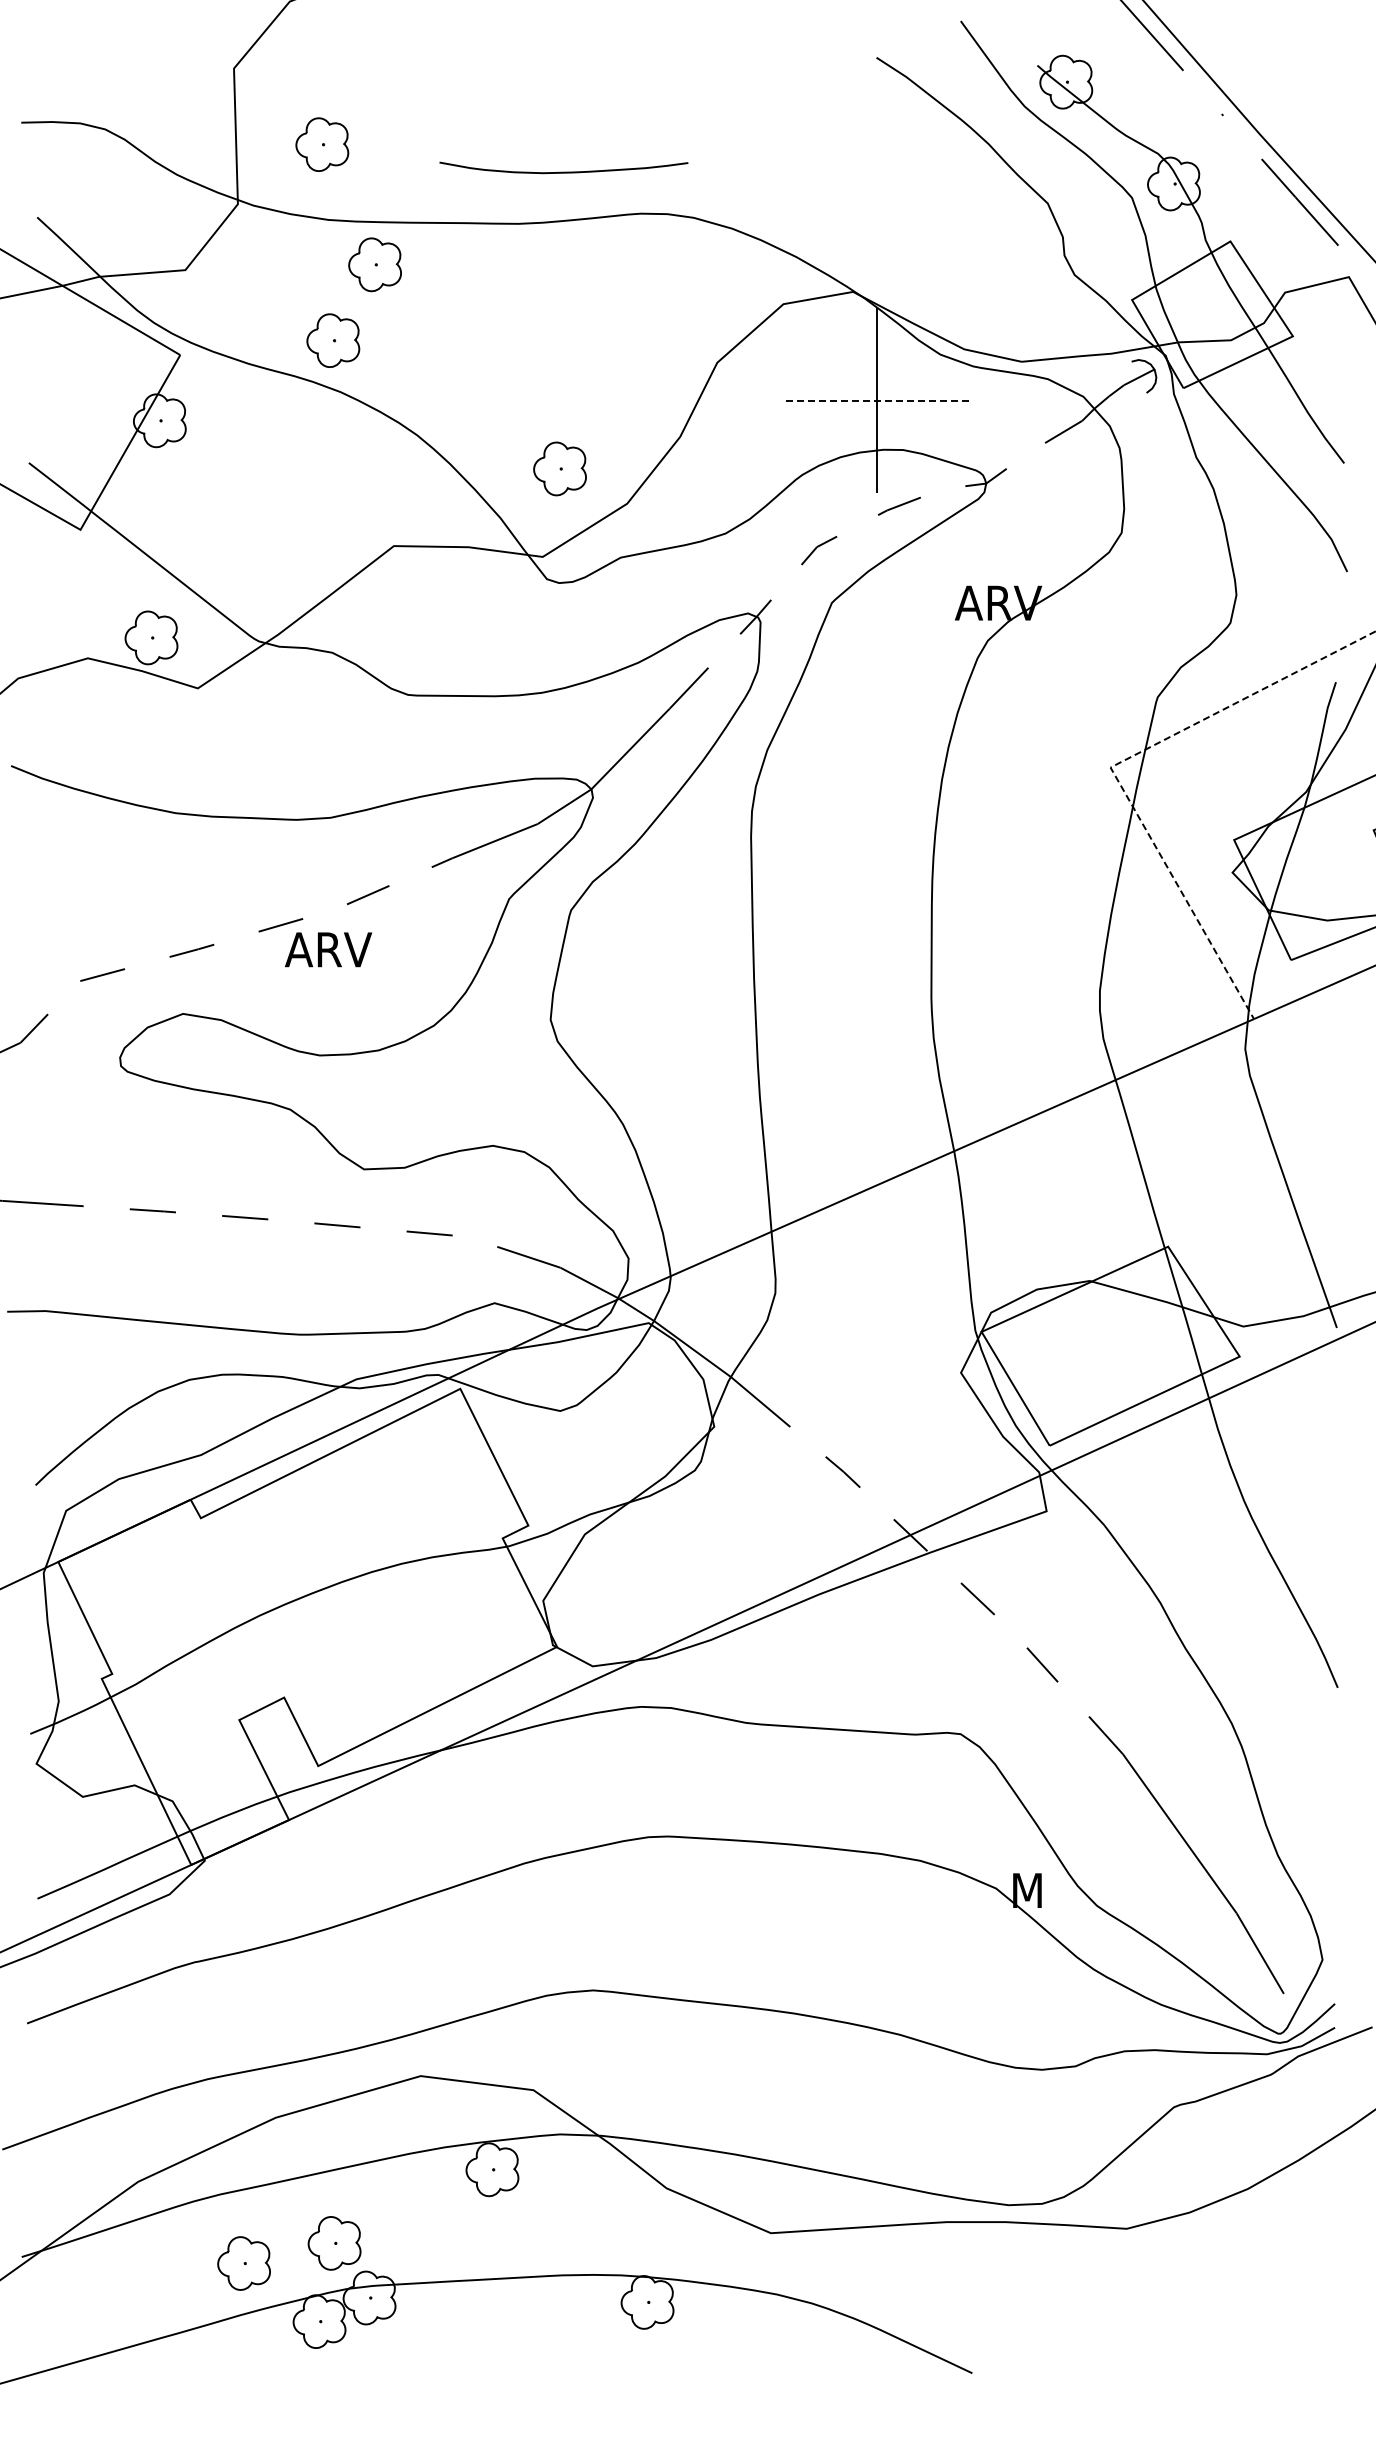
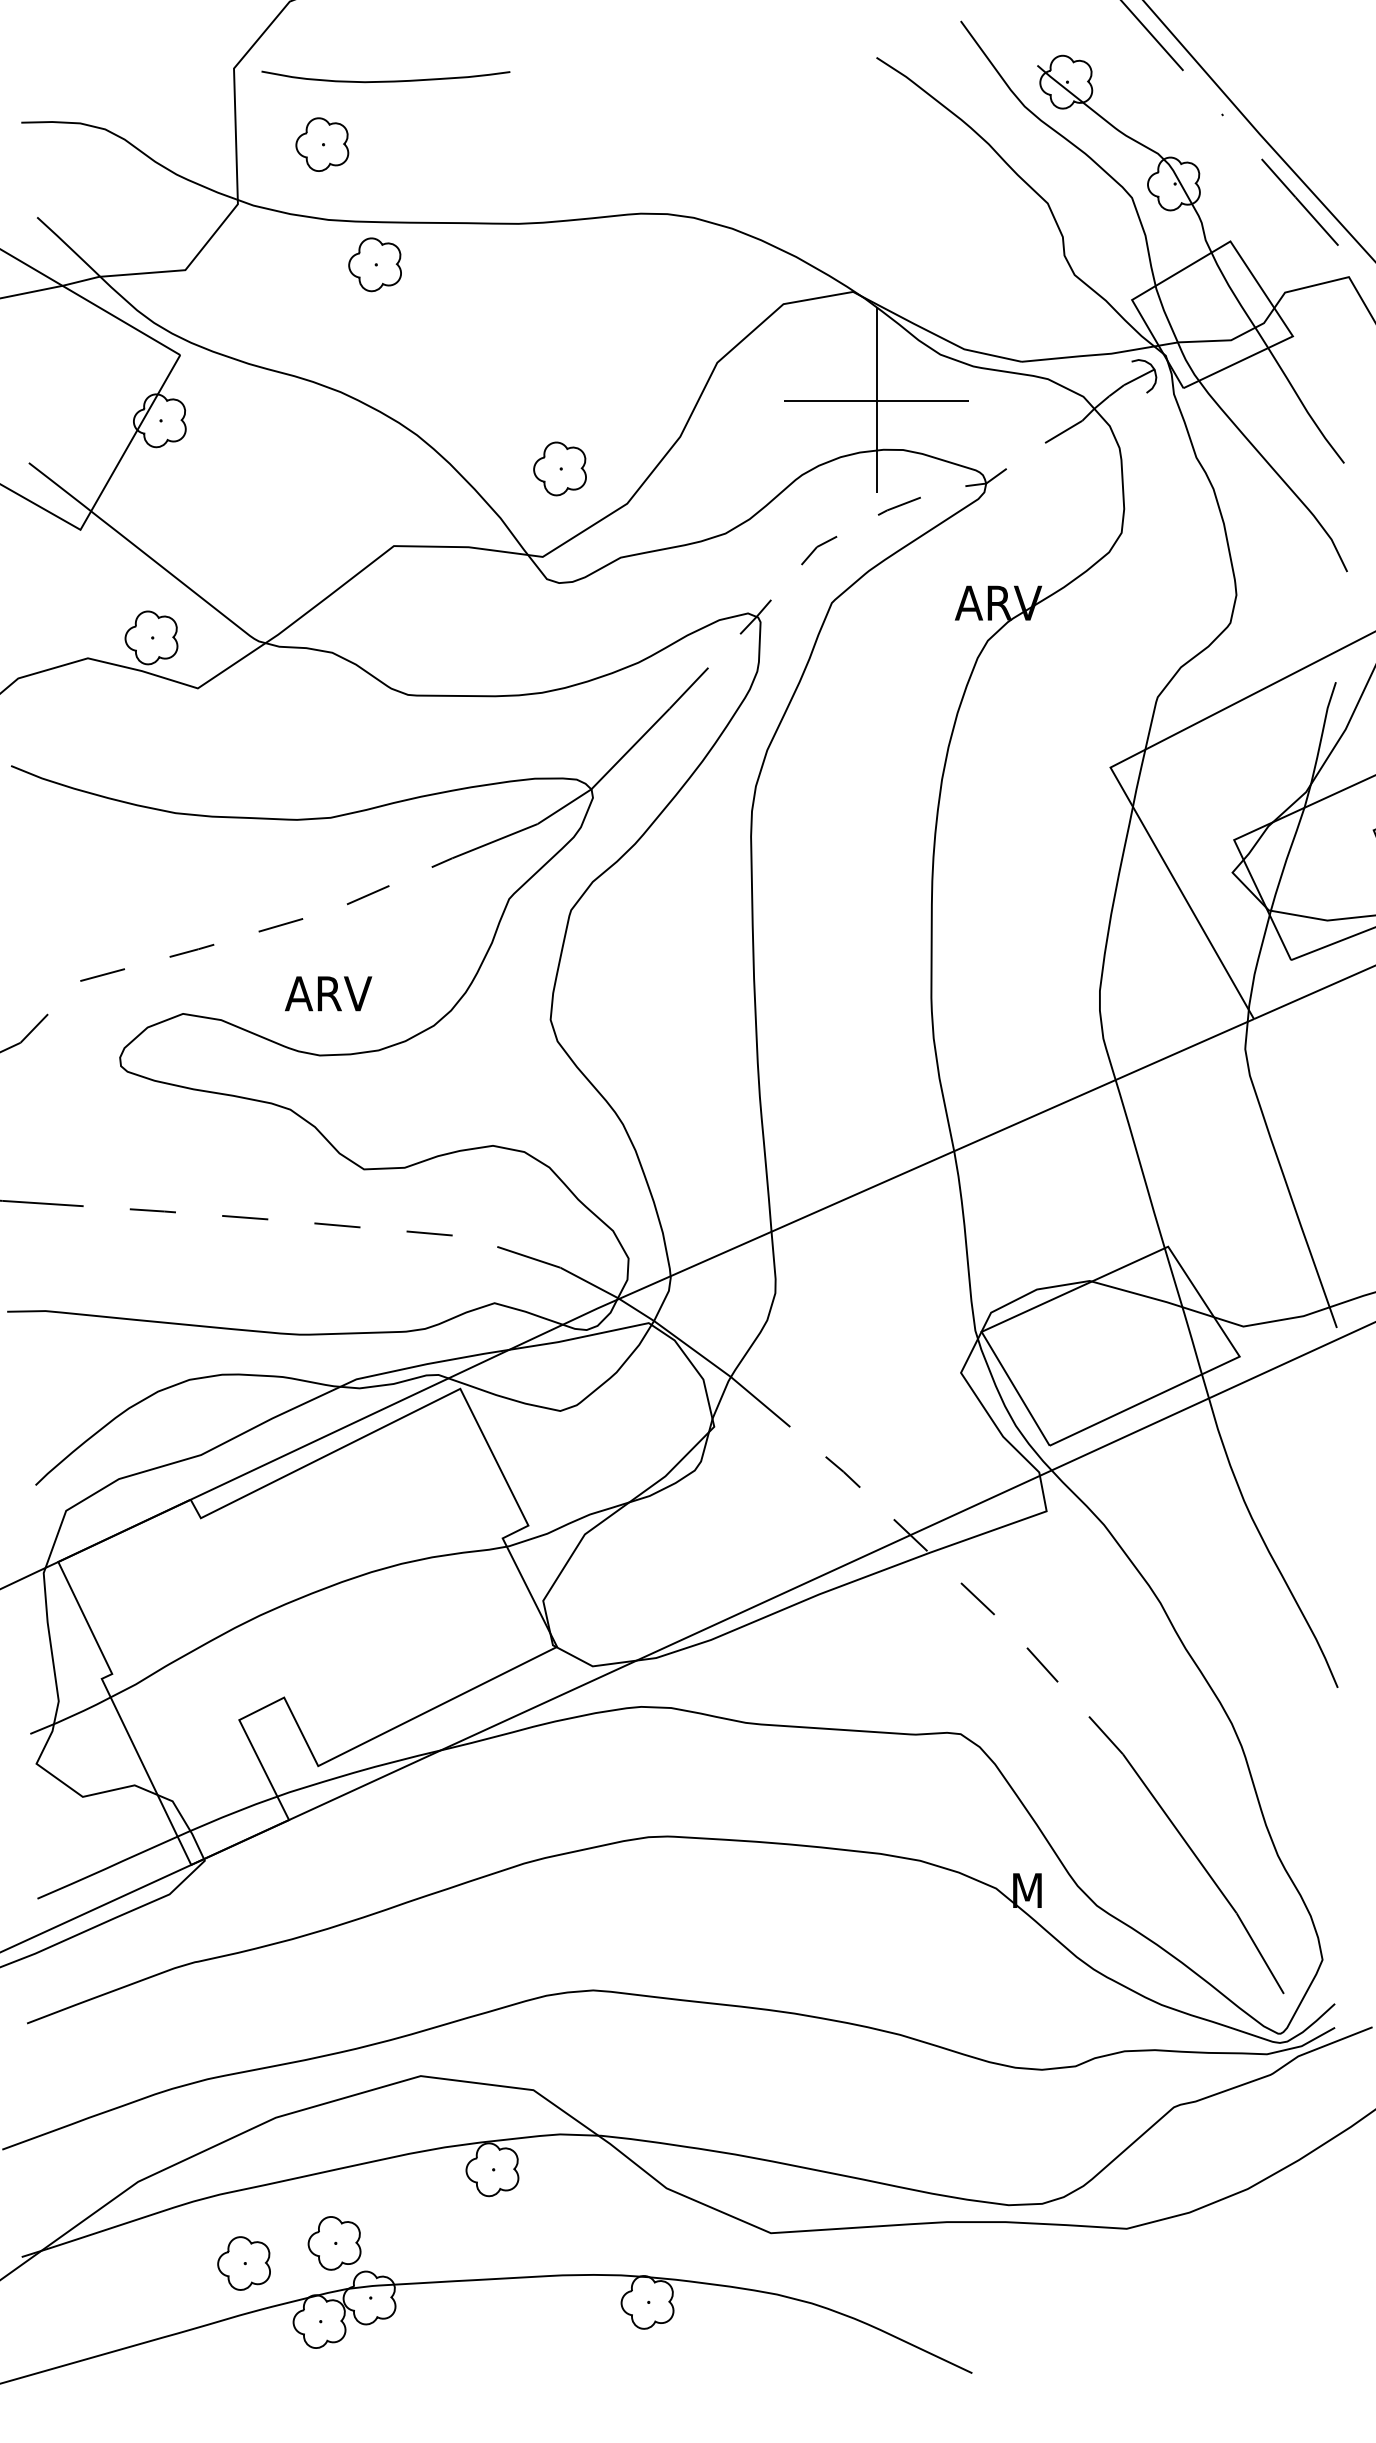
curve at (563, 171) position: (563, 171) -> (385, 80)
part at (333, 340): present -> none
line at (876, 400): dashed -> solid
line at (1113, 766): dashed -> solid
text at (328, 949) position: (328, 949) -> (328, 993)
